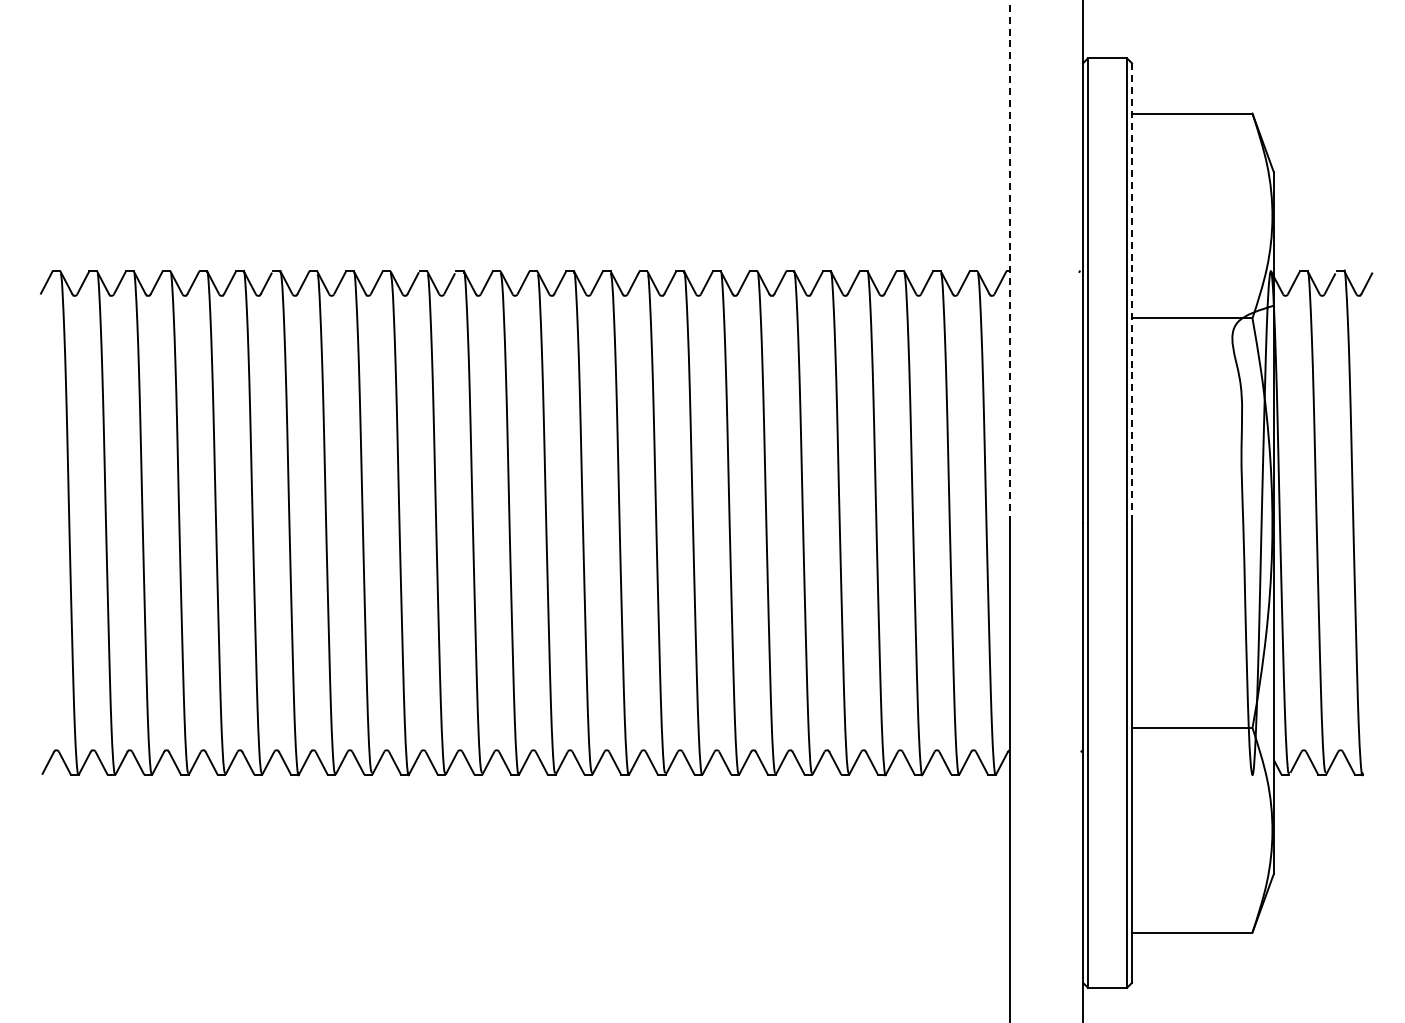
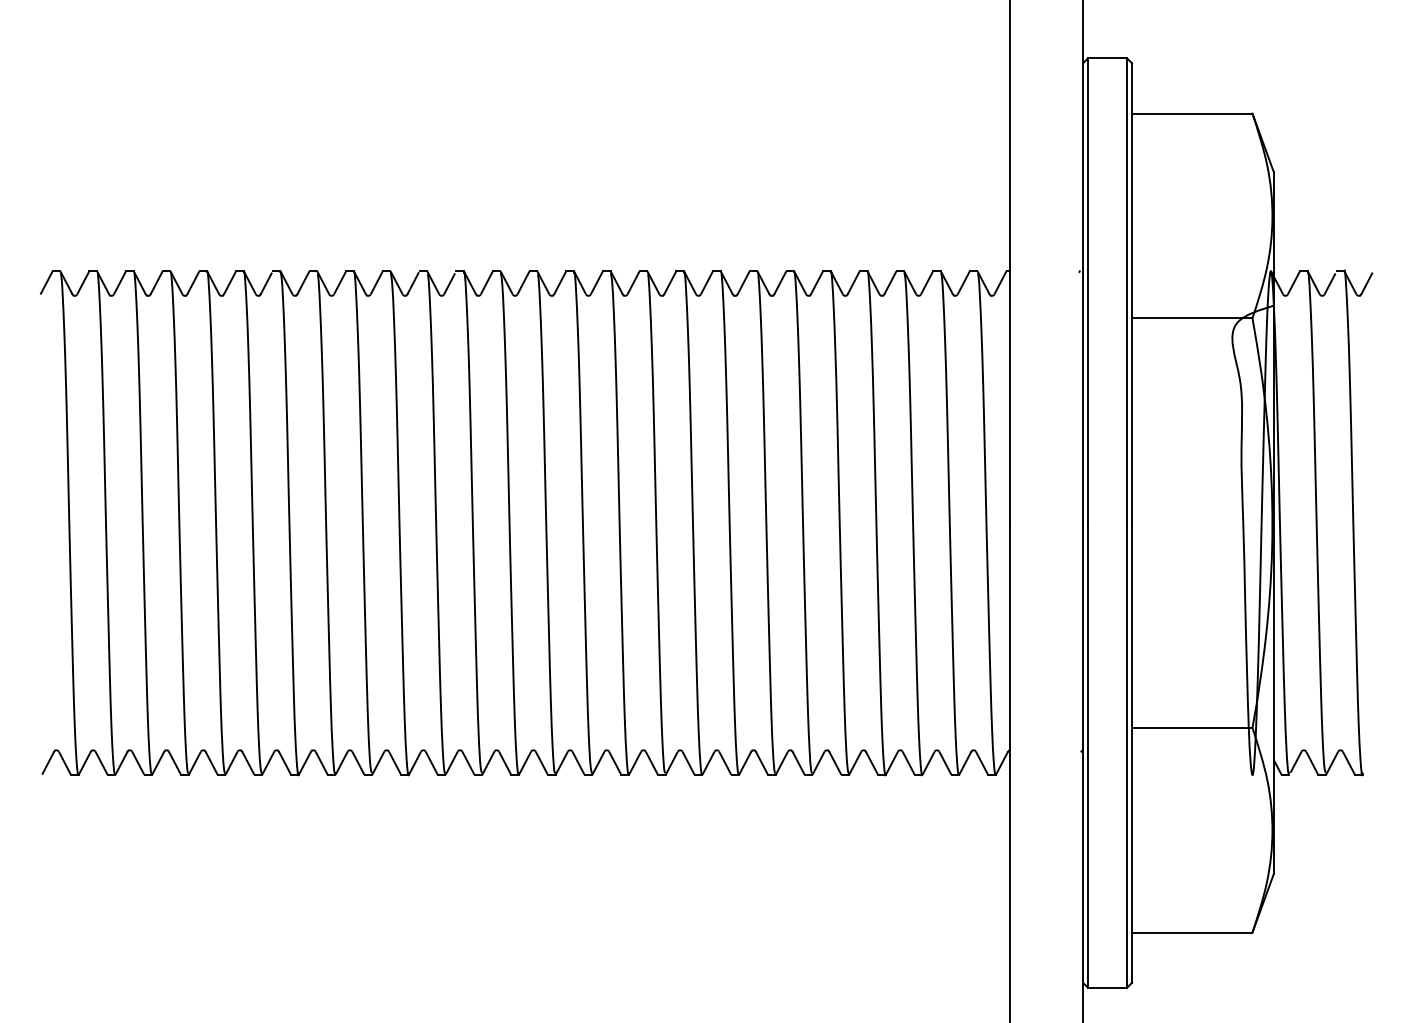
line at (1009, 261): dashed -> solid
line at (1132, 293): dashed -> solid
